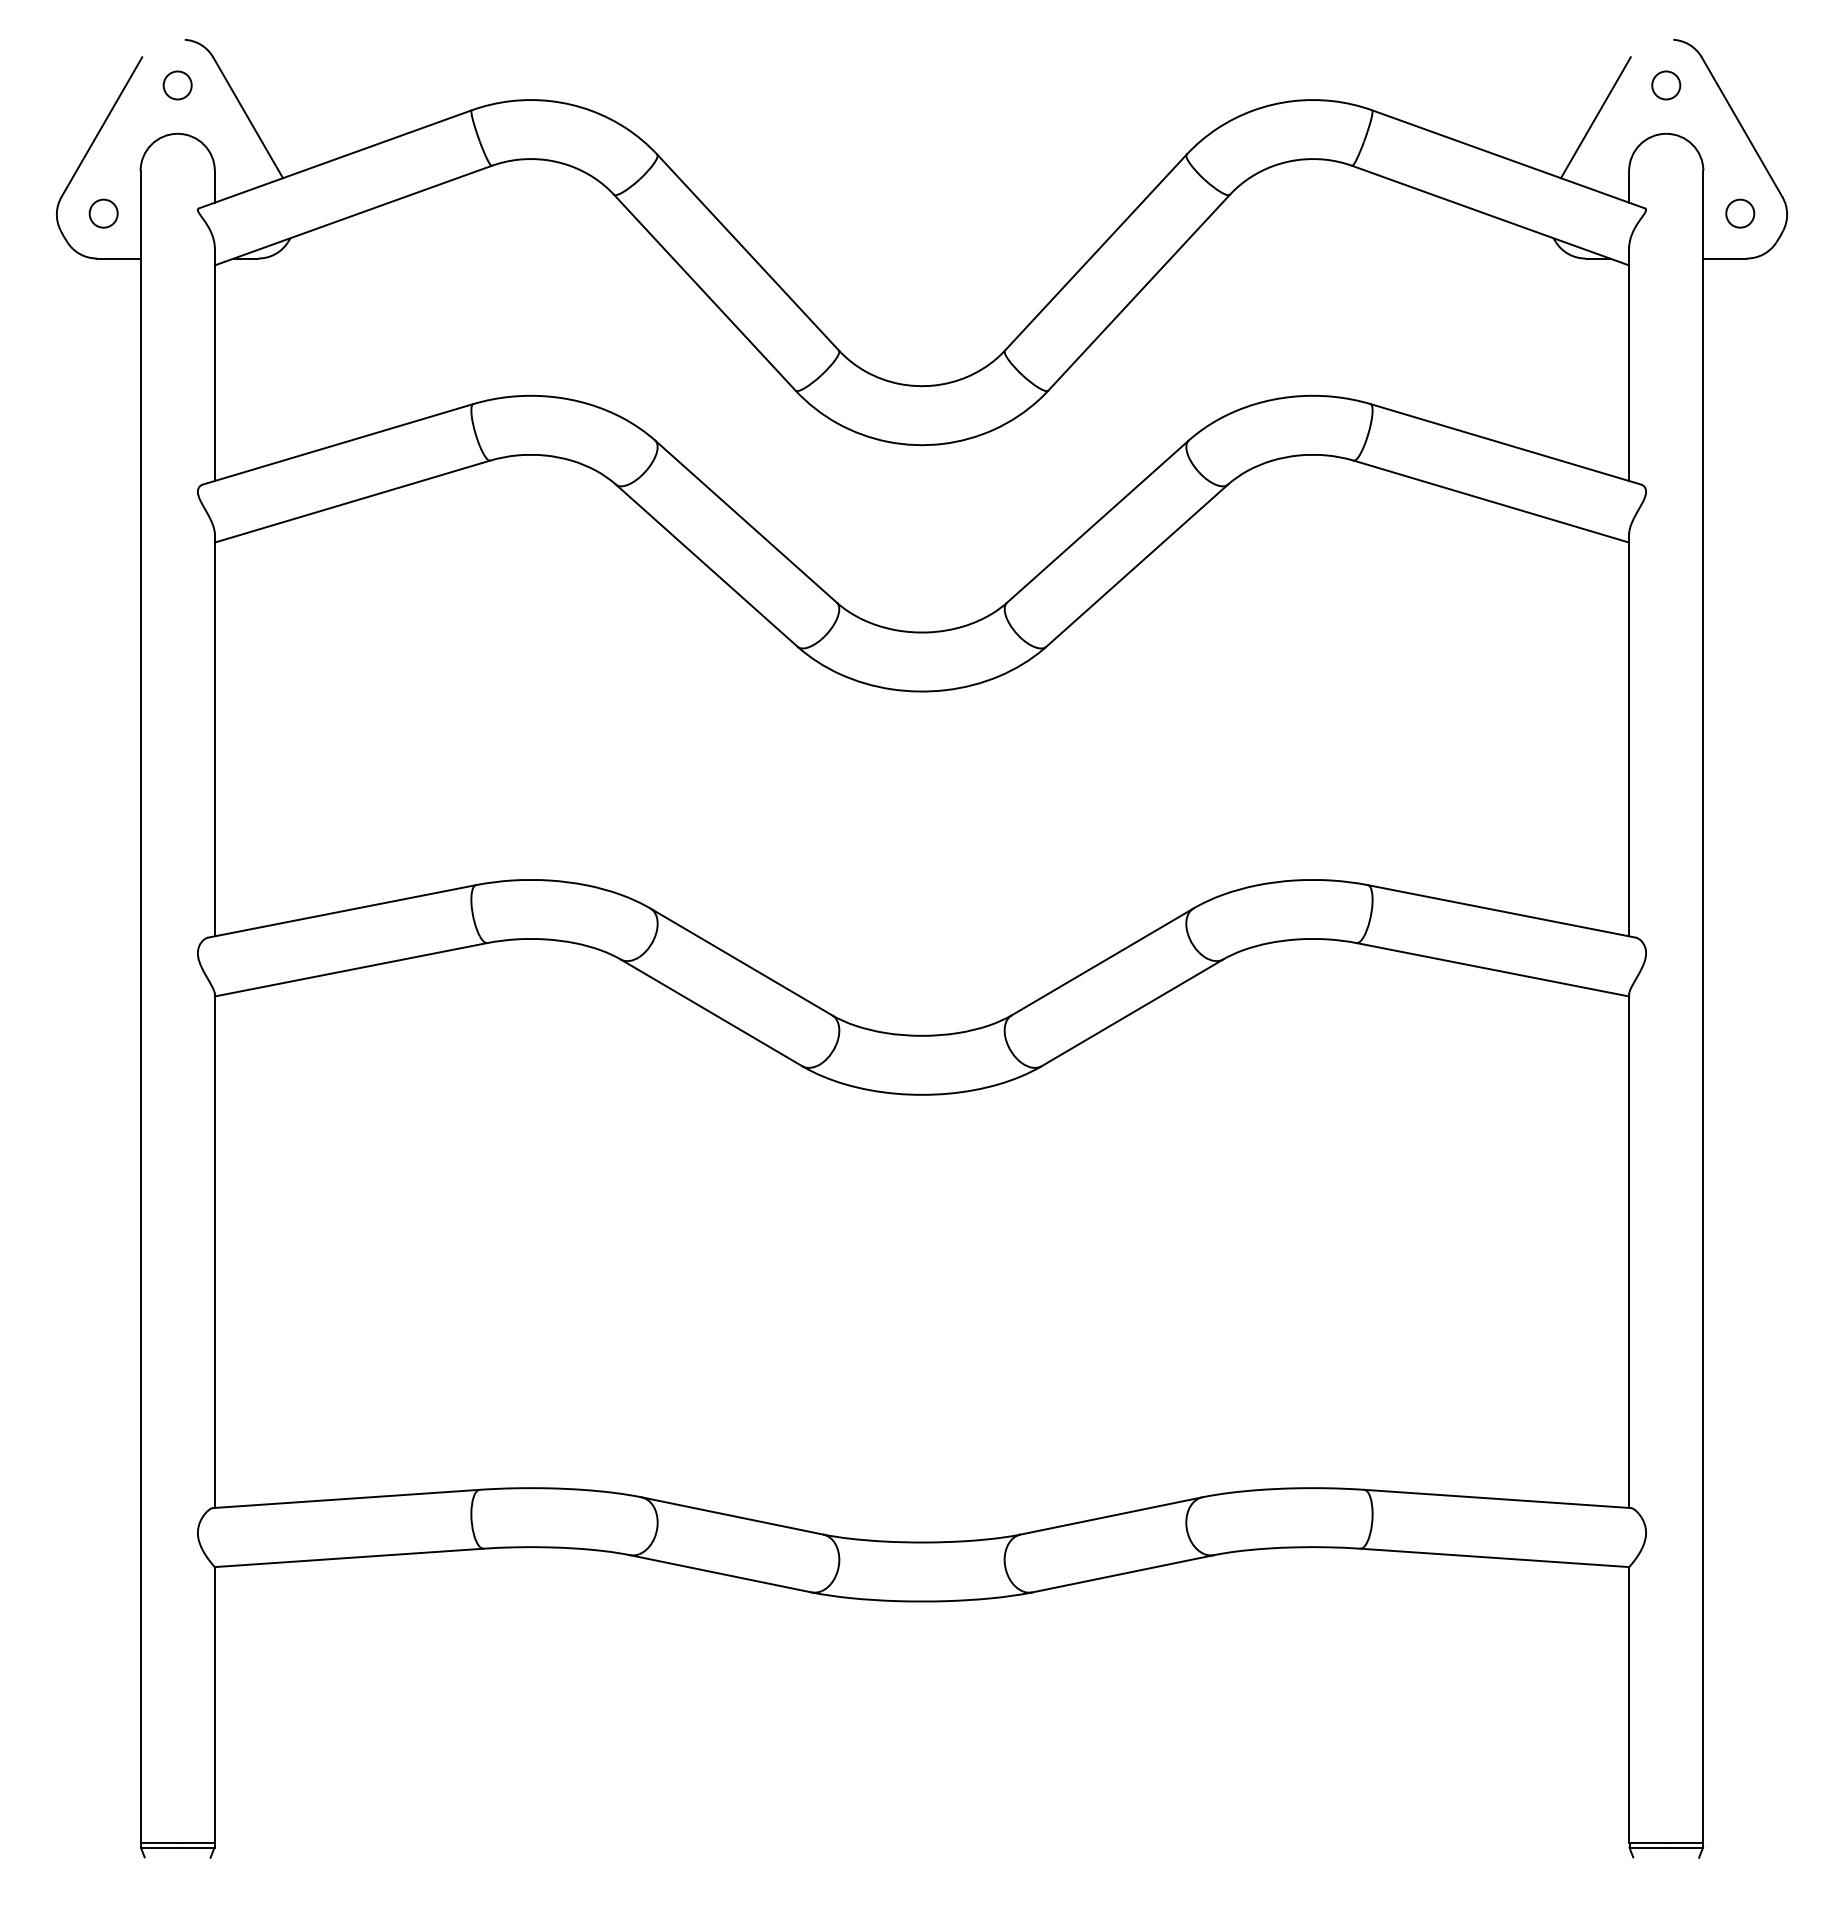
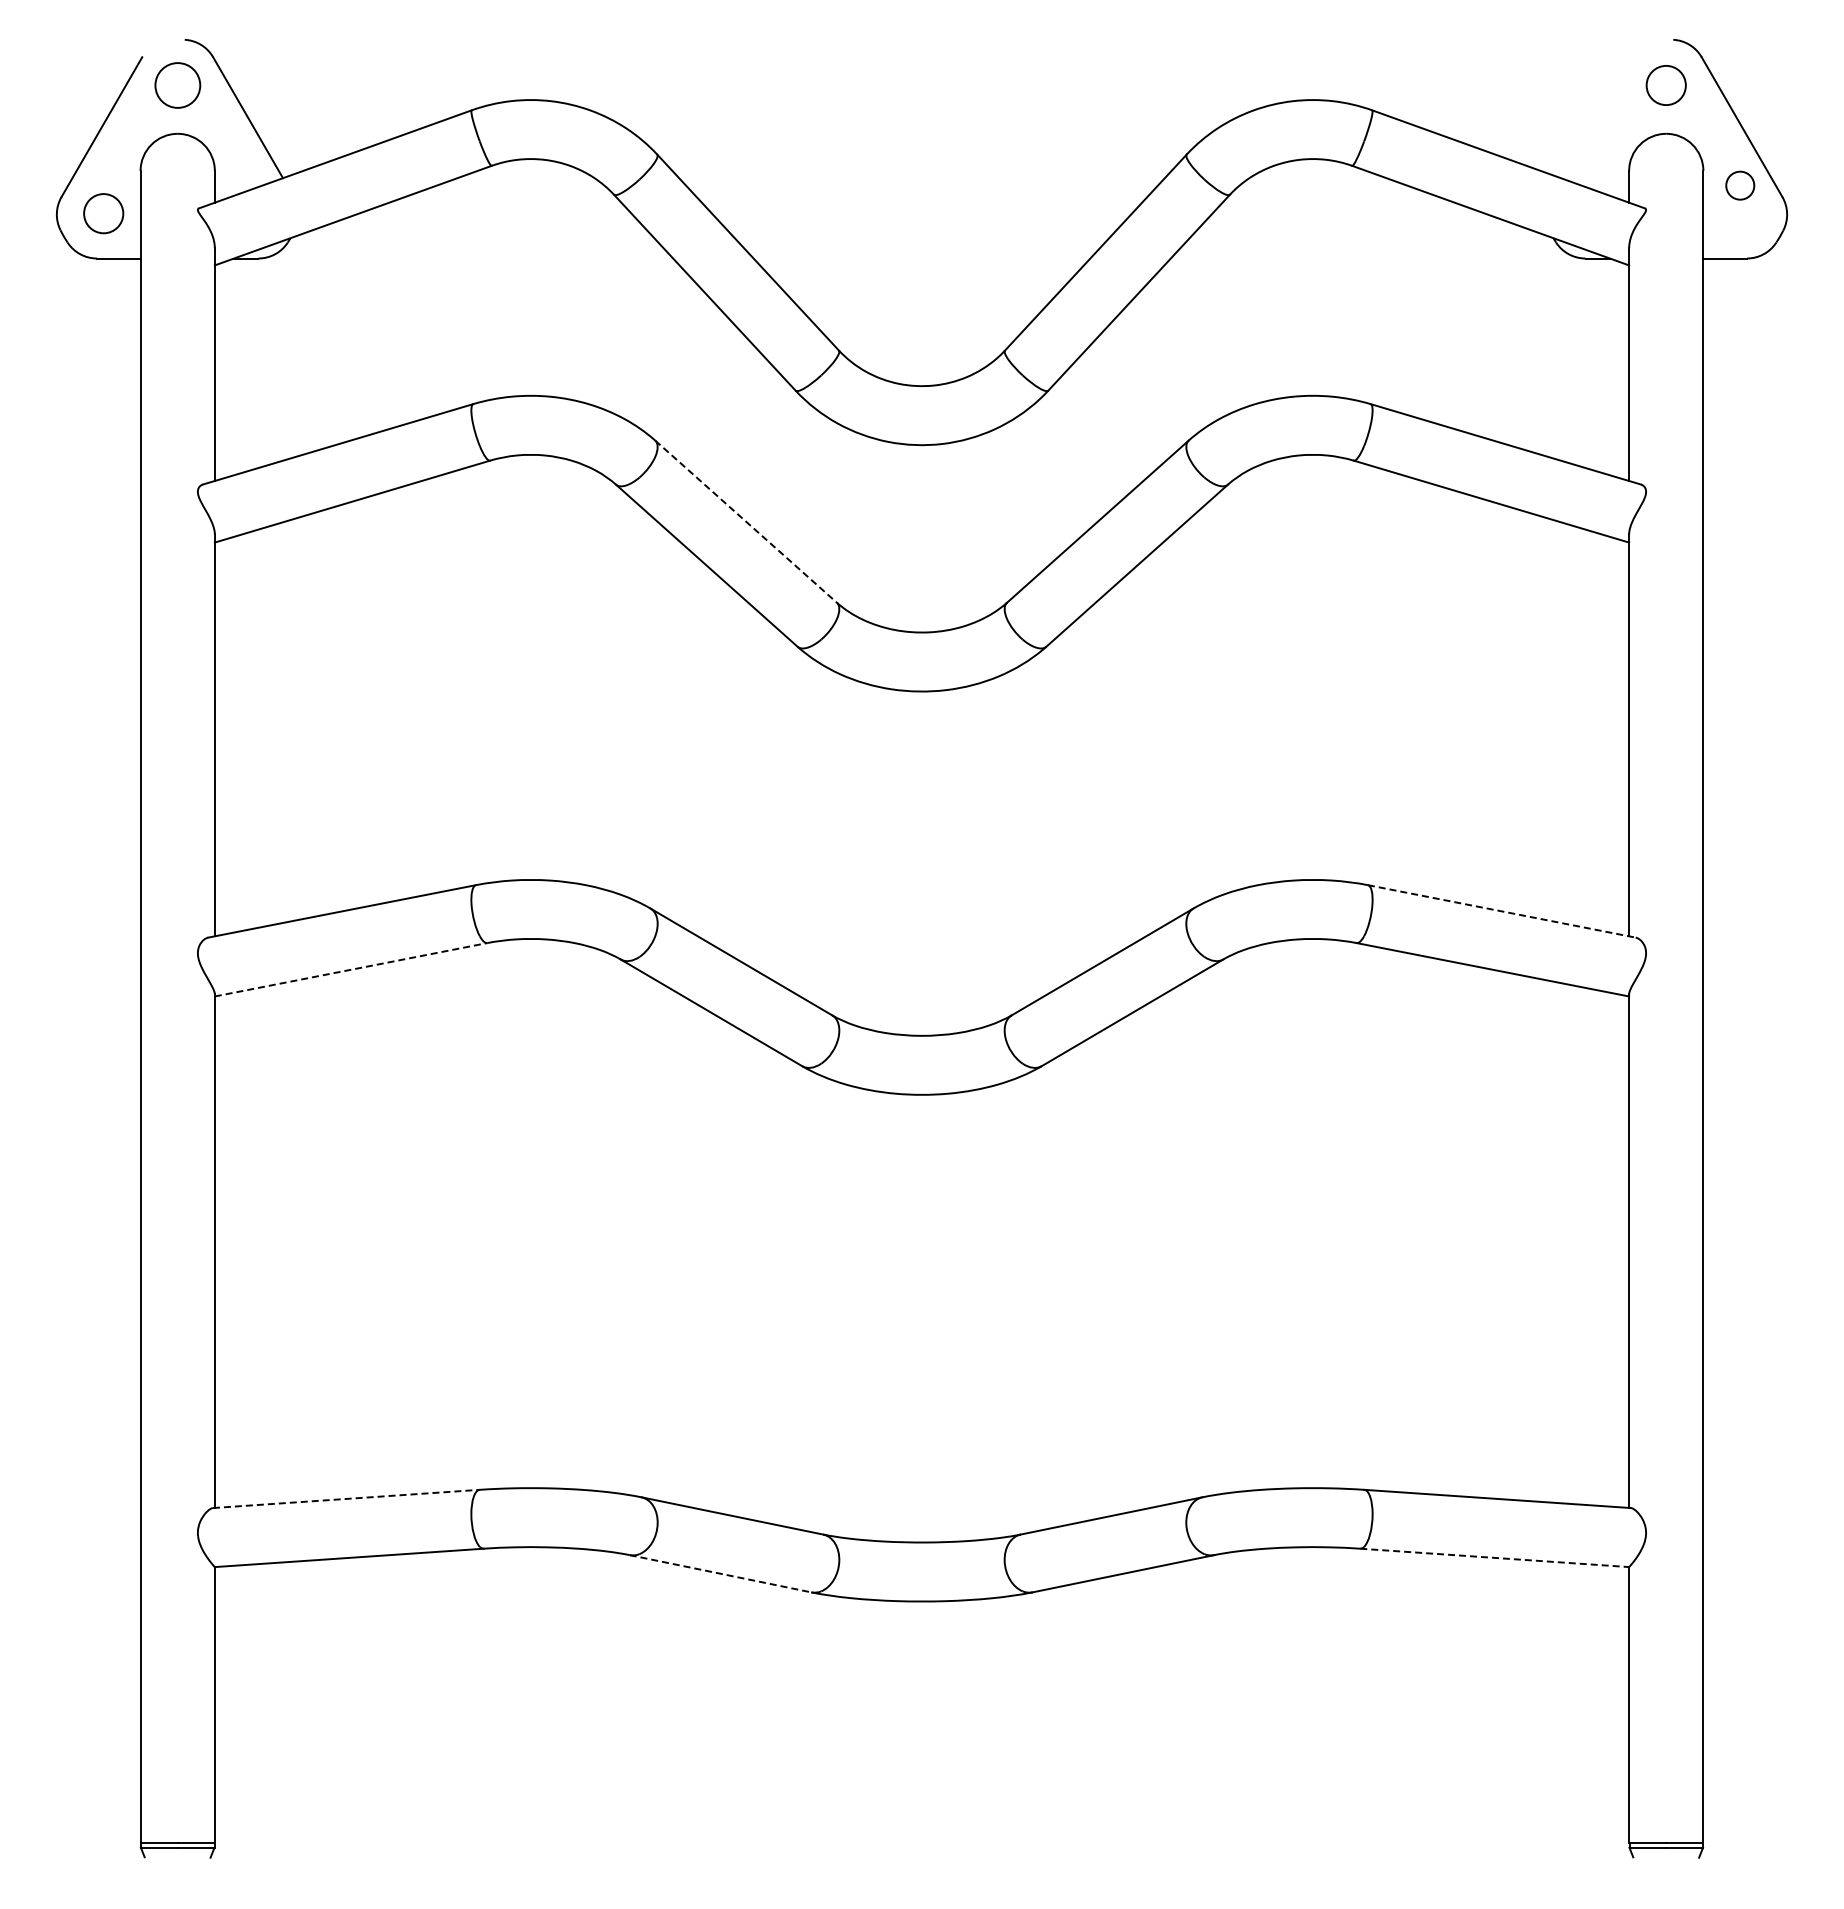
circle at (177, 85) size: 31x31 px -> 48x47 px
circle at (1666, 85) diameter: 28 px -> 39 px
line at (1595, 117): present -> none
circle at (103, 213) diameter: 28 px -> 39 px
circle at (1740, 213) position: (1740, 213) -> (1740, 185)
line at (746, 521): solid -> dashed
line at (1502, 911): solid -> dashed
line at (351, 969): solid -> dashed
line at (346, 1498): solid -> dashed
line at (1494, 1557): solid -> dashed
line at (720, 1573): solid -> dashed
